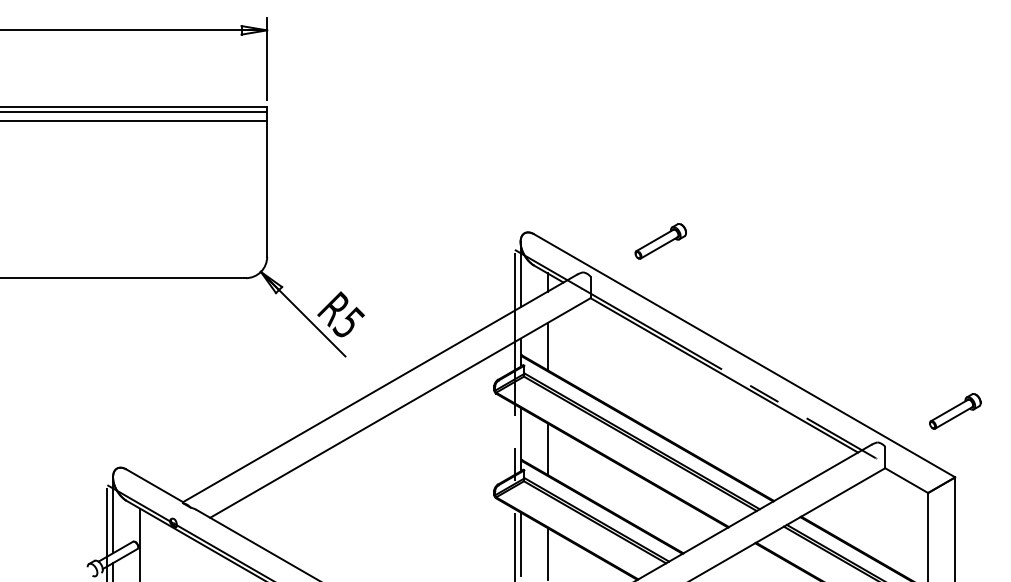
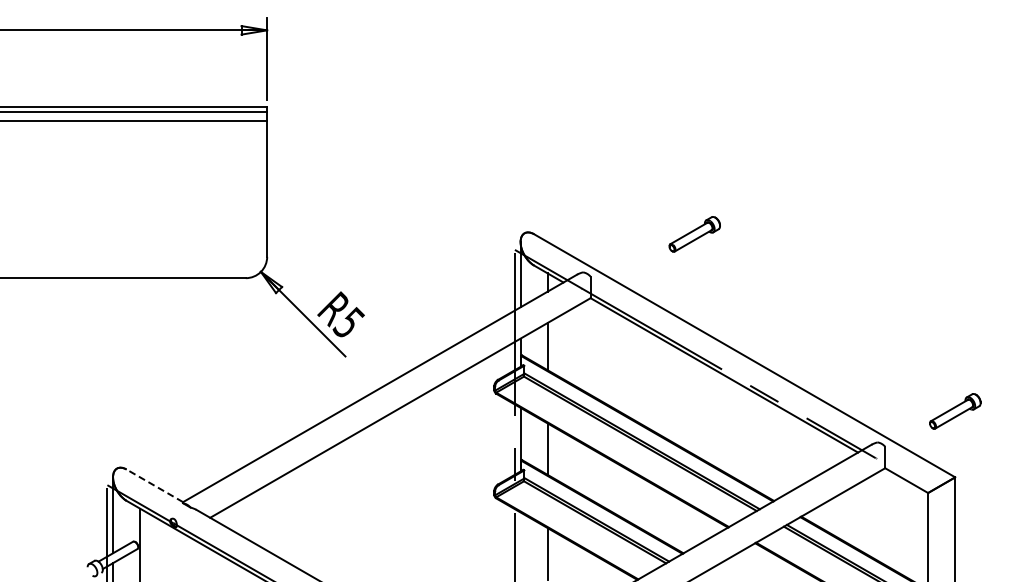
part at (660, 241) position: (660, 241) -> (694, 234)
line at (154, 485): solid -> dashed
line at (520, 544): present -> none
